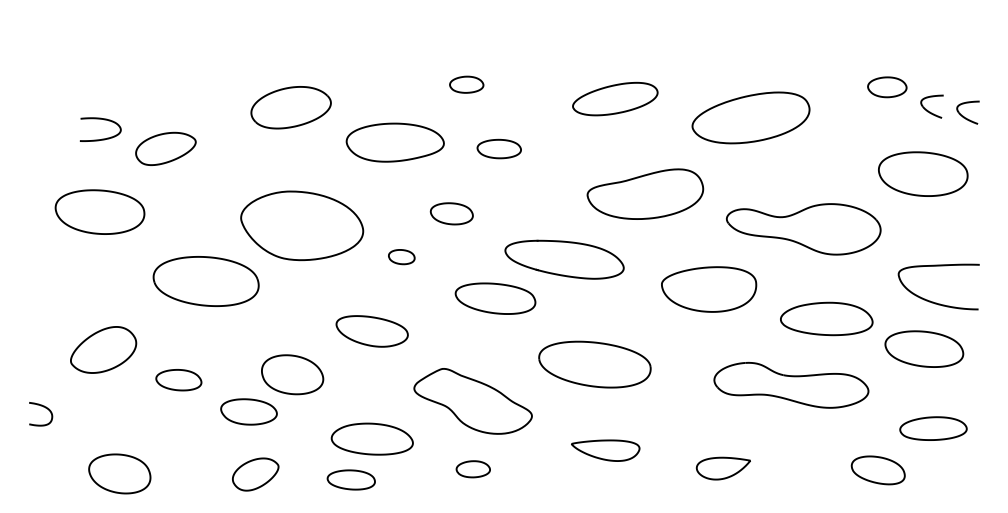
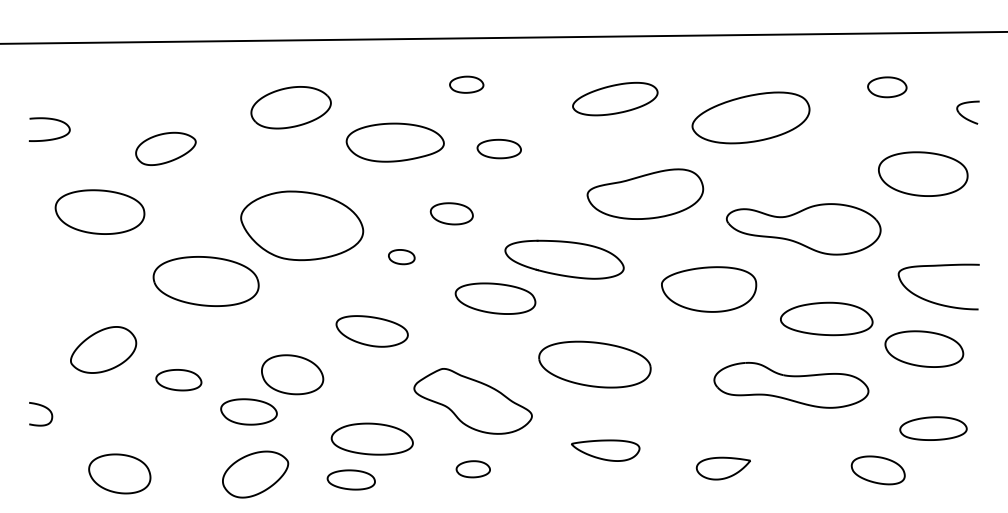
line at (503, 37): none -> present
part at (931, 106): present -> none
curve at (102, 138) position: (102, 138) -> (51, 138)
part at (255, 474) size: 48x35 px -> 68x49 px
